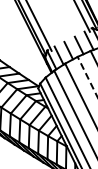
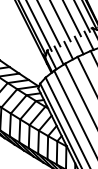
line at (71, 19): none -> present
line at (60, 21): none -> present
line at (49, 24): none -> present
line at (87, 77): dashed -> solid
